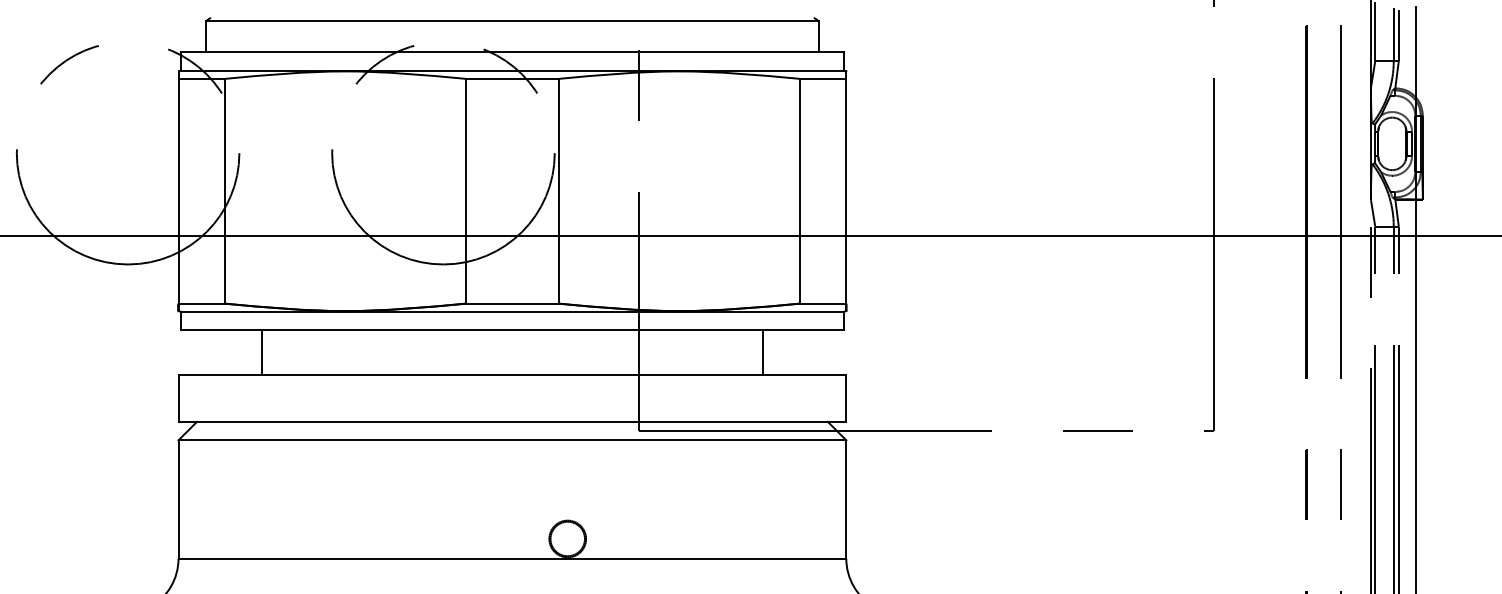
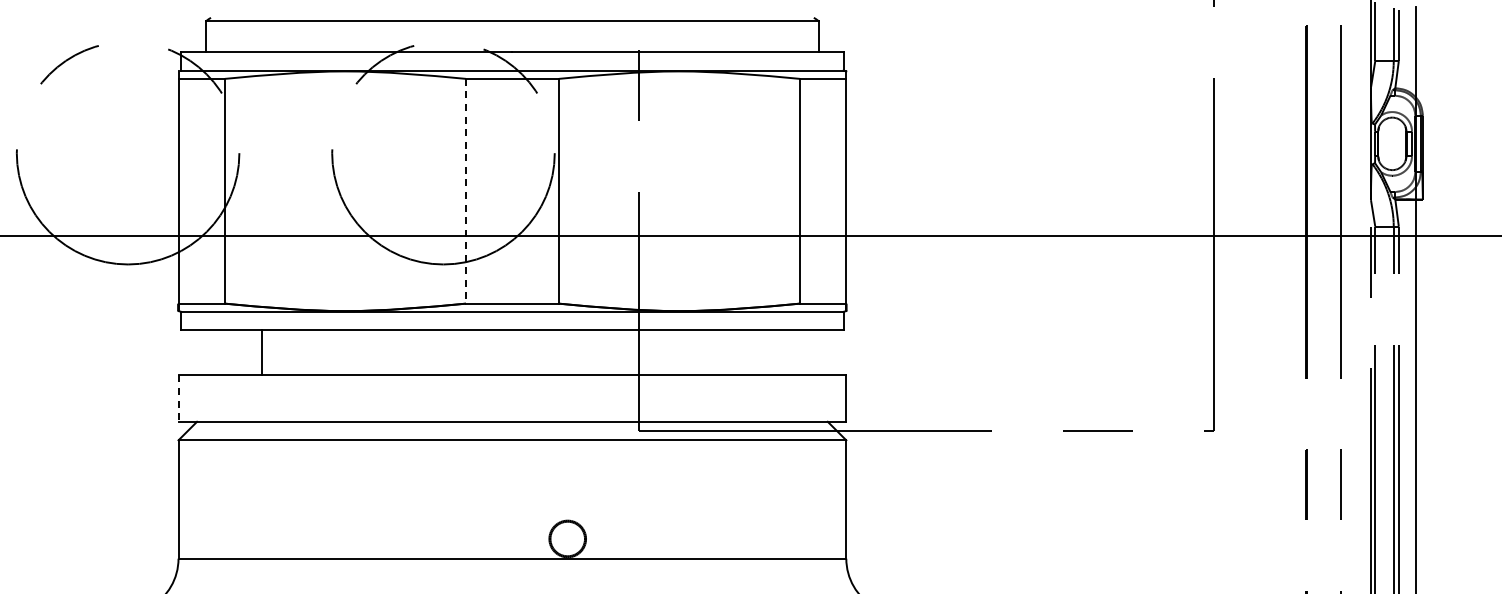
line at (465, 191): solid -> dashed
line at (762, 352): present -> none
line at (178, 399): solid -> dashed
